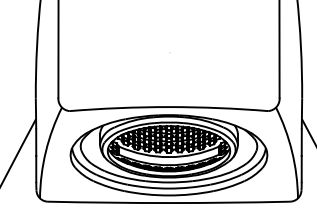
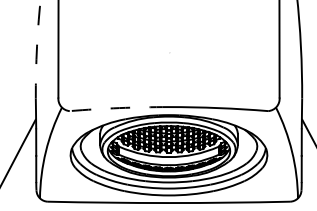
arc at (36, 48): solid -> dashed
arc at (119, 108): solid -> dashed
